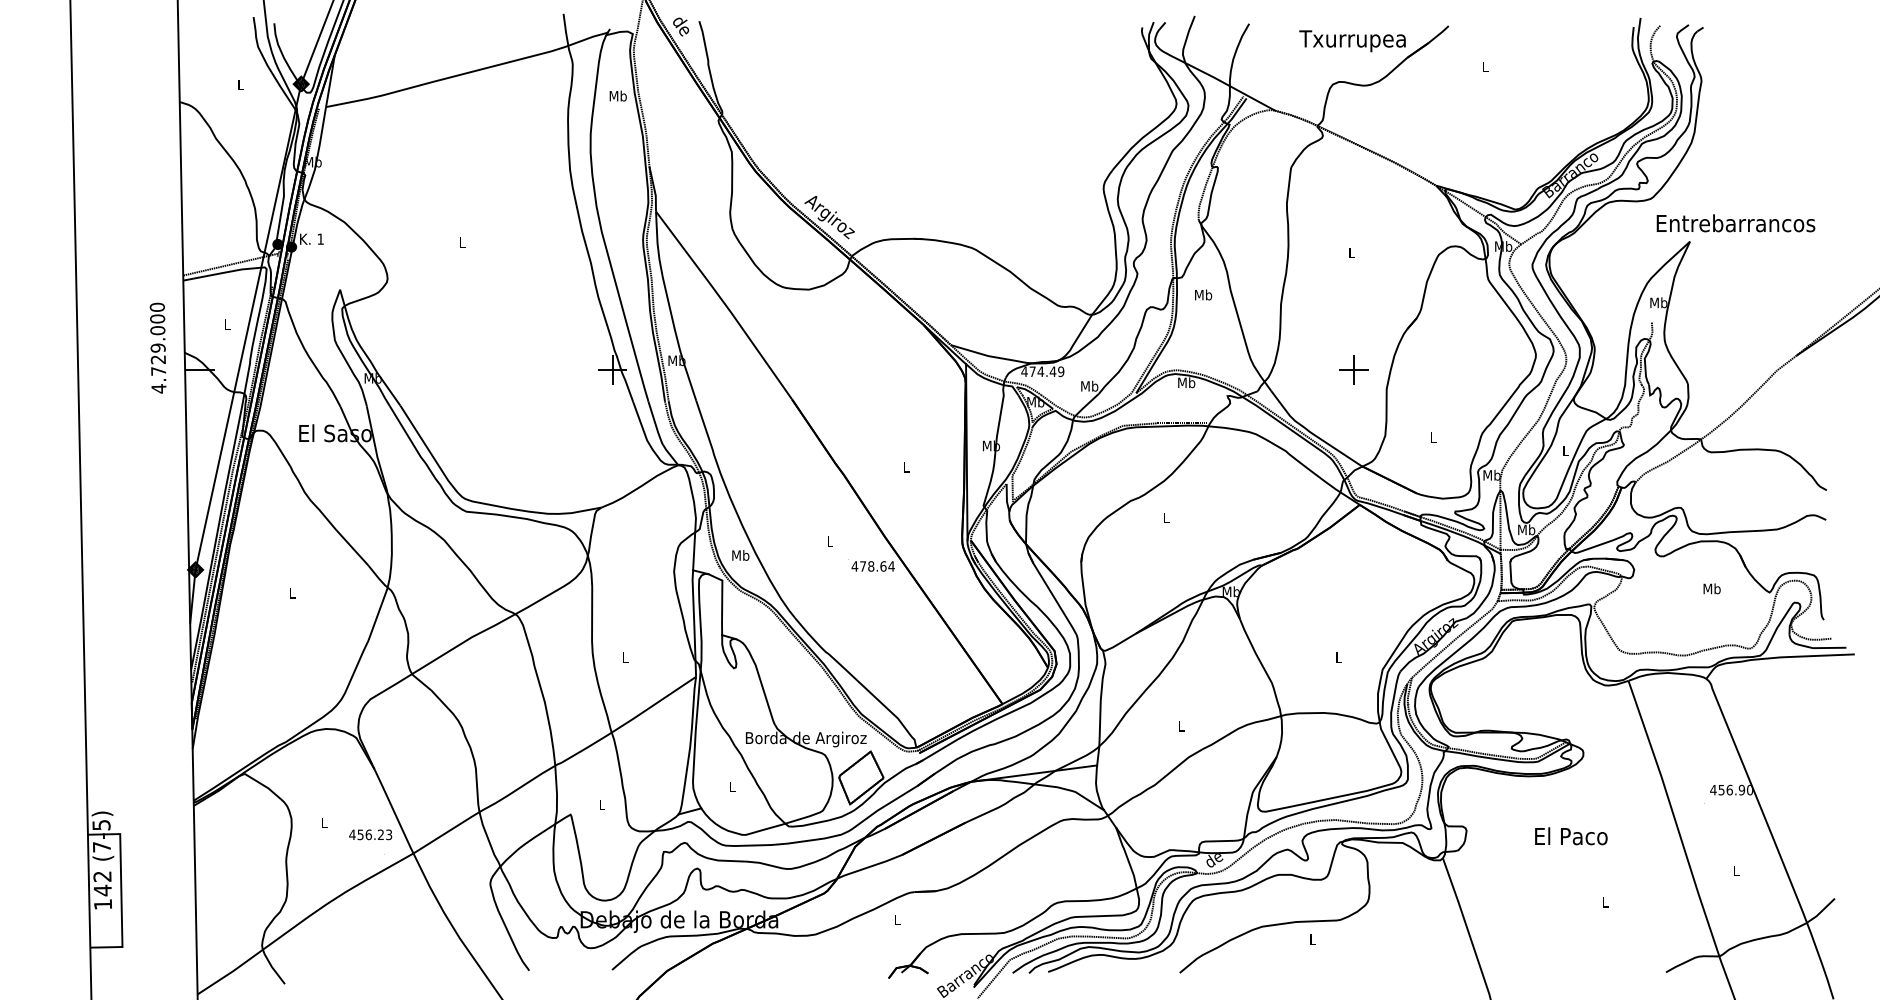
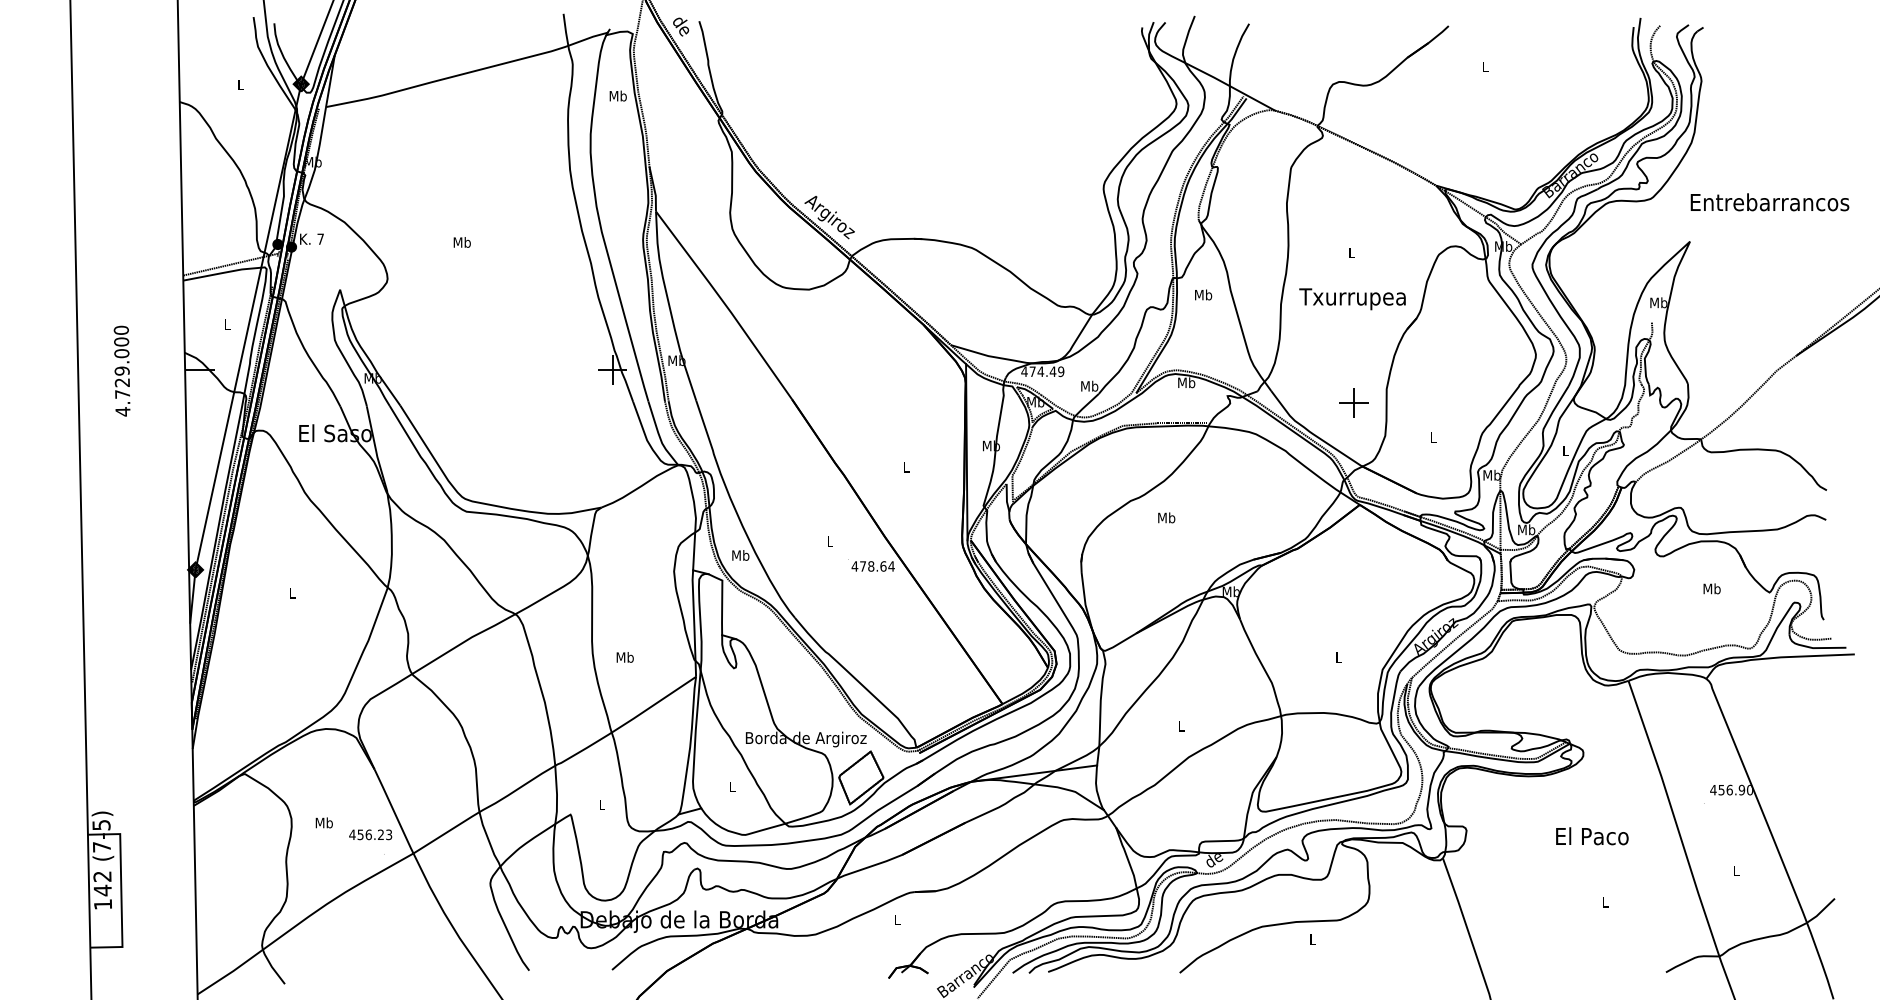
text at (1352, 41) position: (1352, 41) -> (1352, 299)
text at (1735, 223) position: (1735, 223) -> (1769, 202)
text at (320, 238): 1 -> 7
text at (461, 242): L -> Mb
text at (157, 347) position: (157, 347) -> (121, 370)
part at (1353, 369) position: (1353, 369) -> (1353, 402)
text at (1166, 517): L -> Mb
text at (624, 657): L -> Mb
text at (323, 822): L -> Mb
text at (1571, 836) position: (1571, 836) -> (1592, 836)
